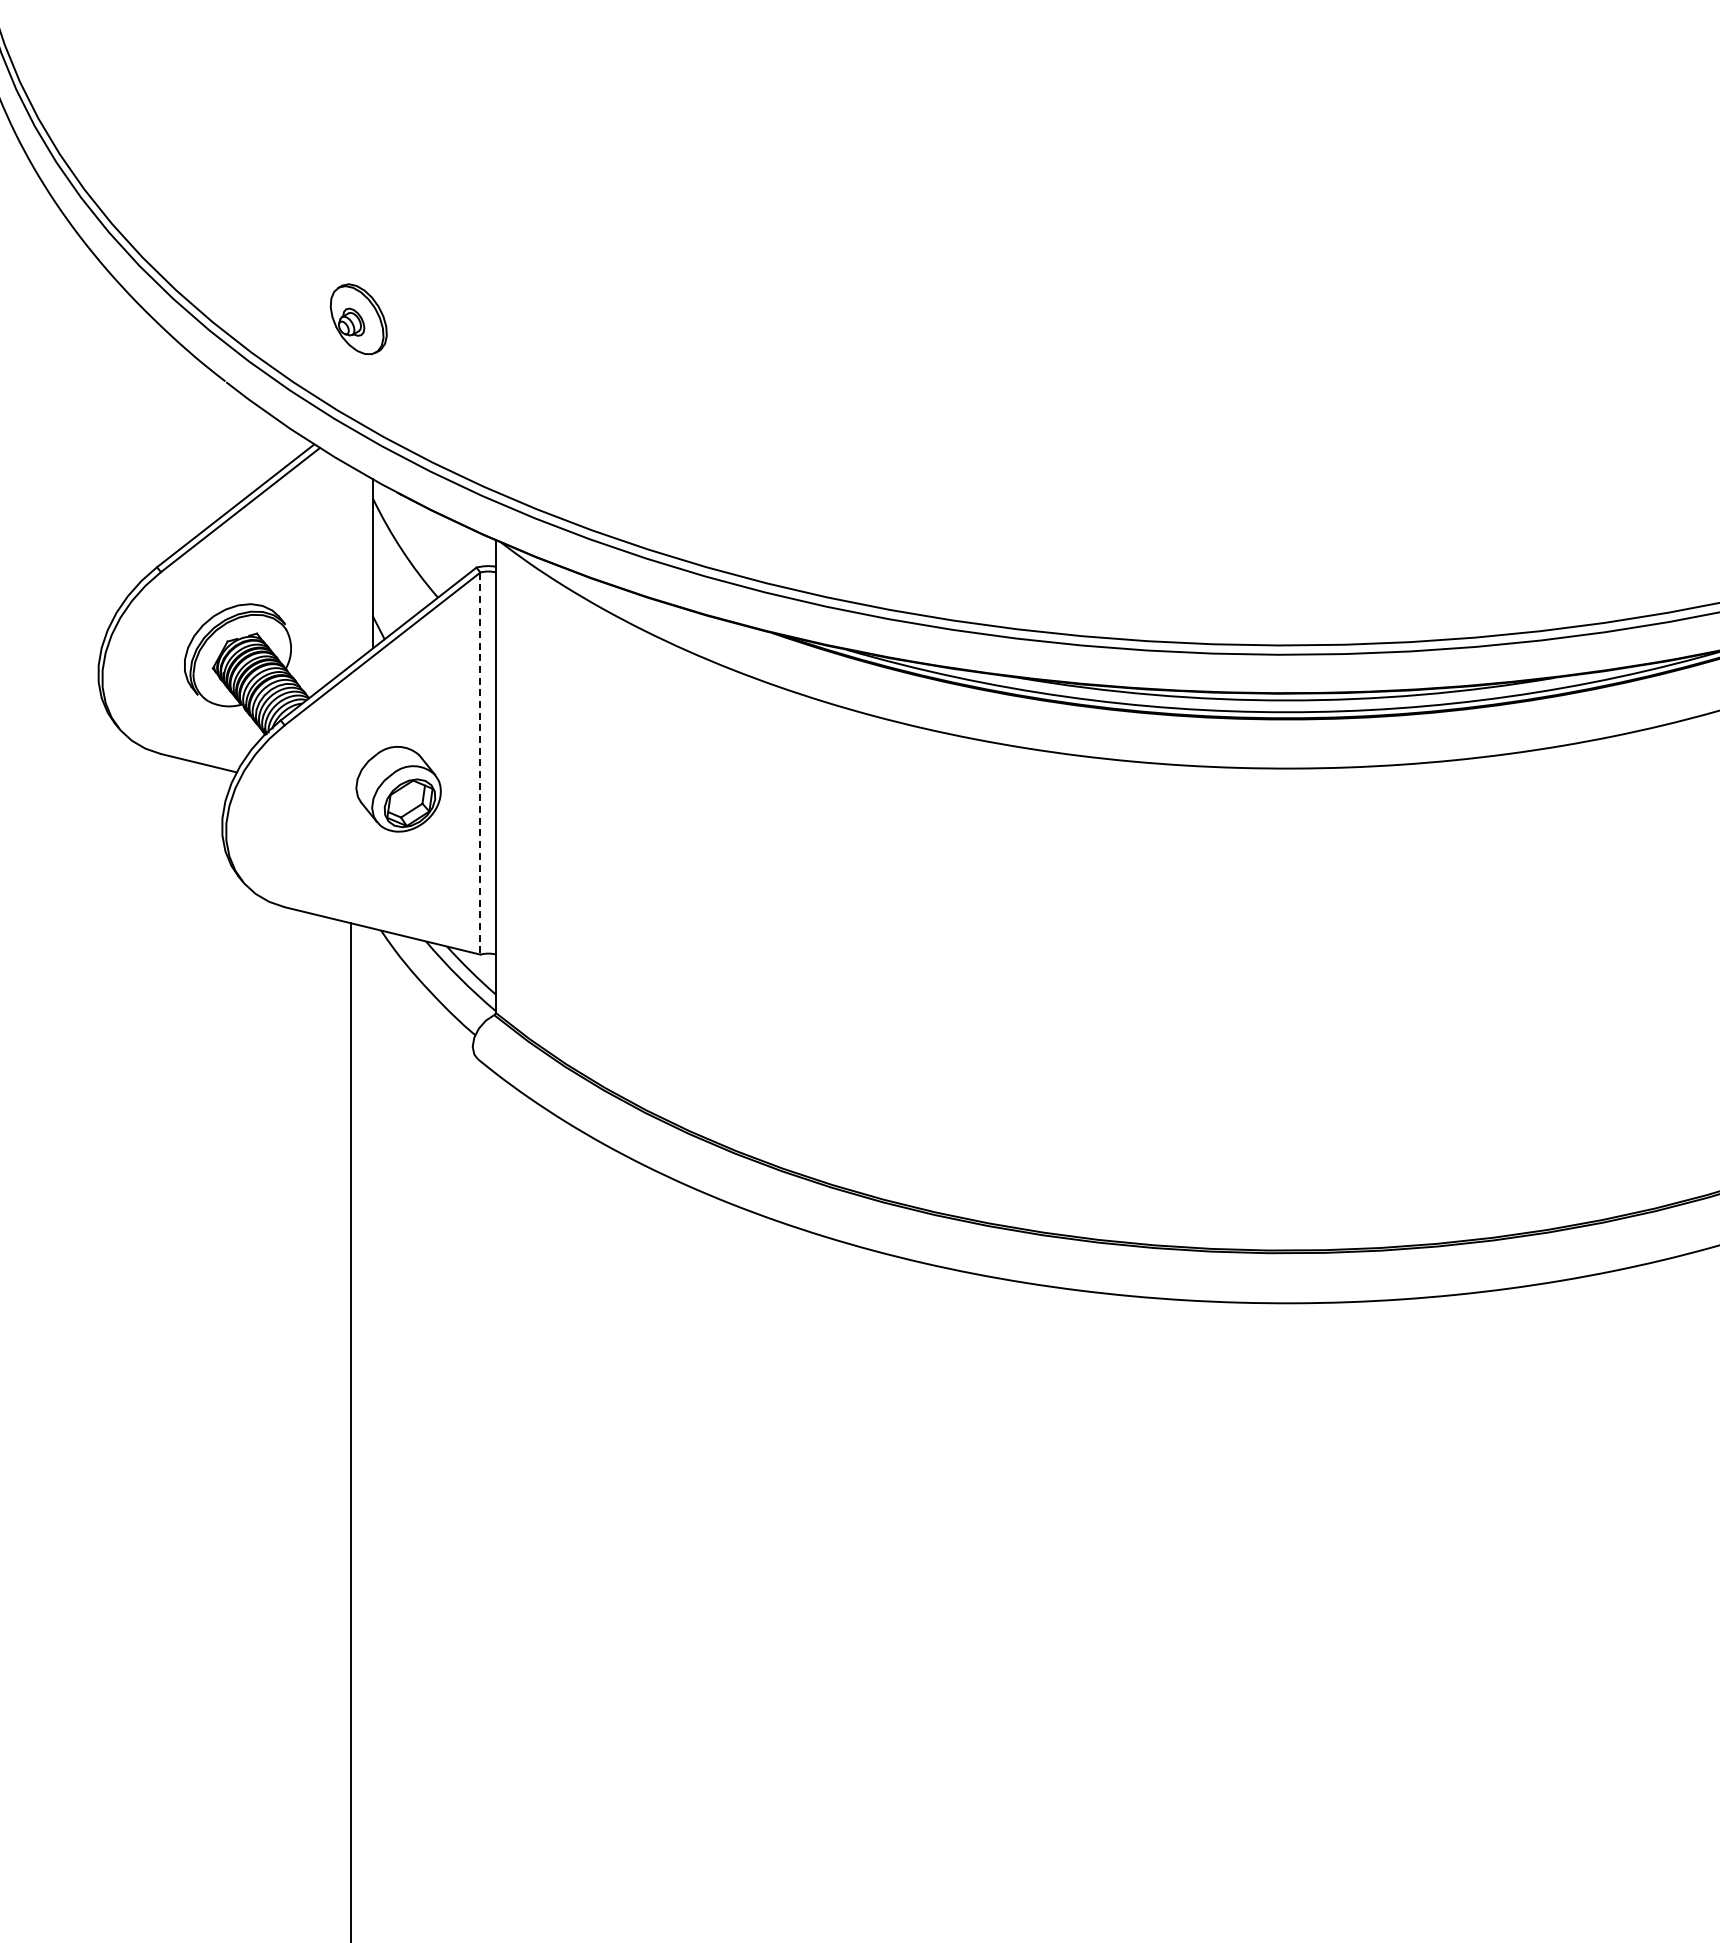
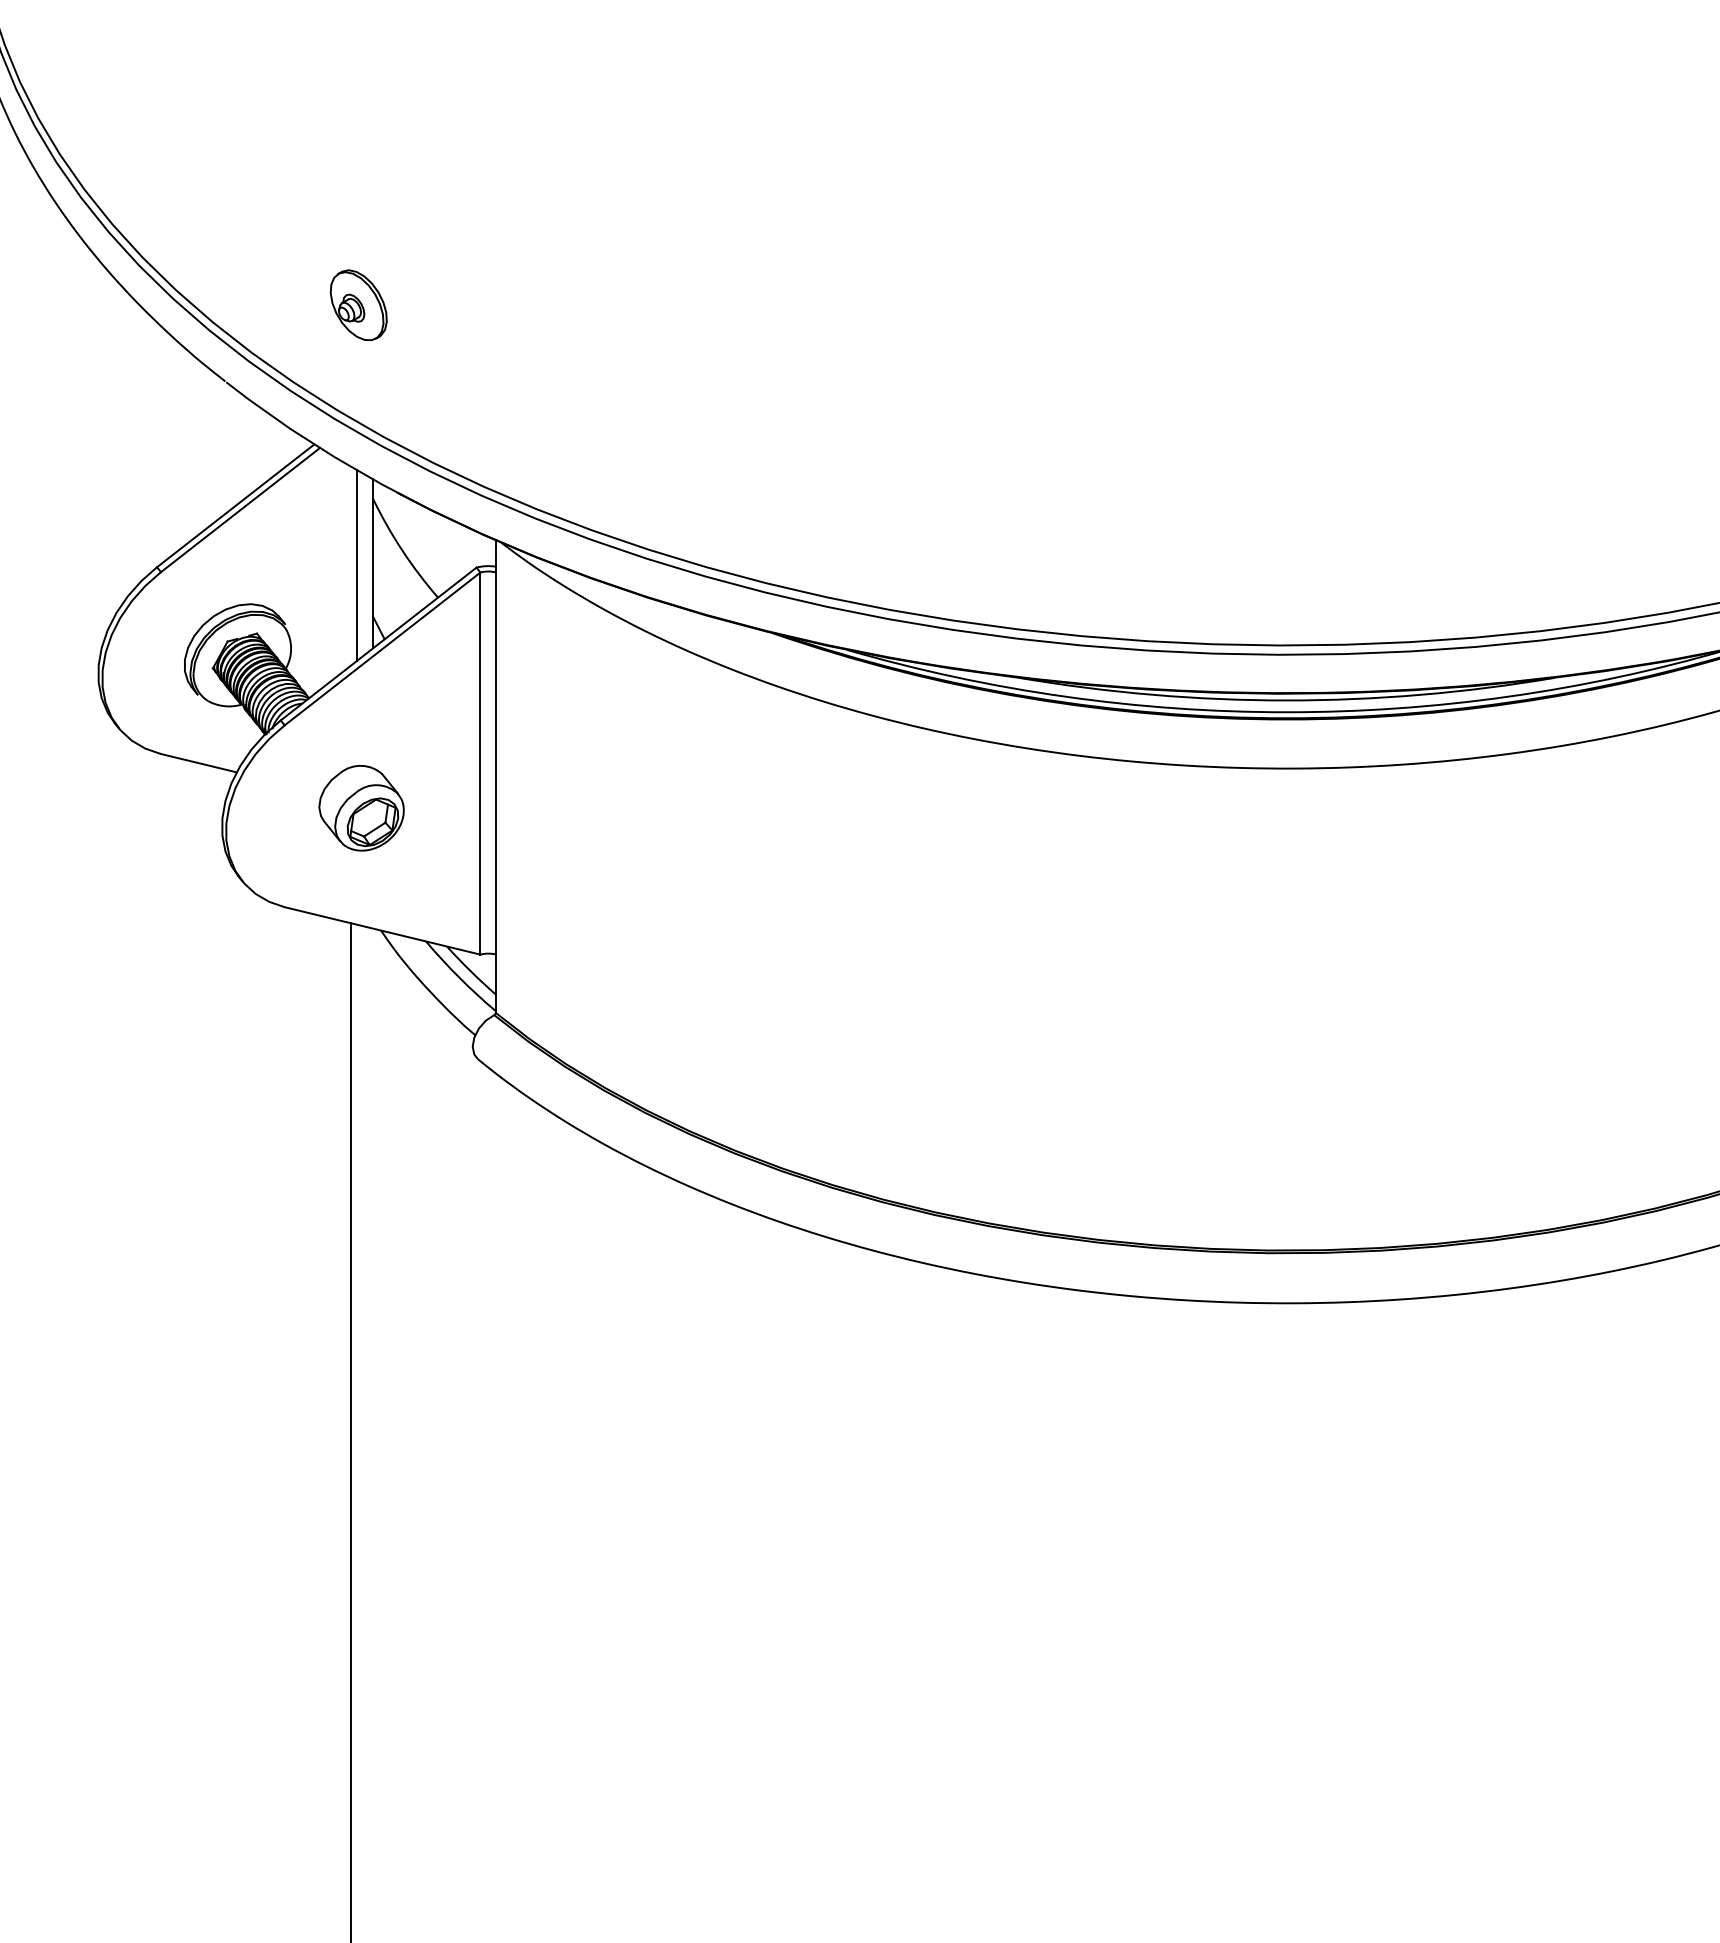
part at (358, 319) position: (358, 319) -> (358, 305)
line at (356, 565): none -> present
line at (480, 764): dashed -> solid
part at (398, 789) position: (398, 789) -> (361, 808)
